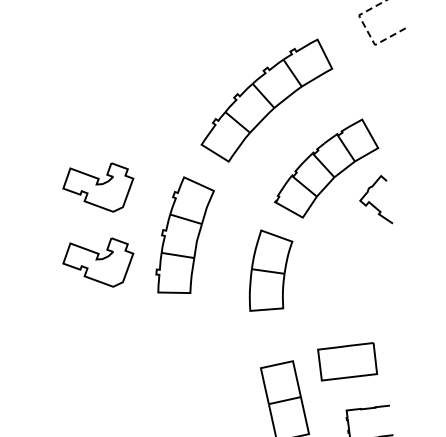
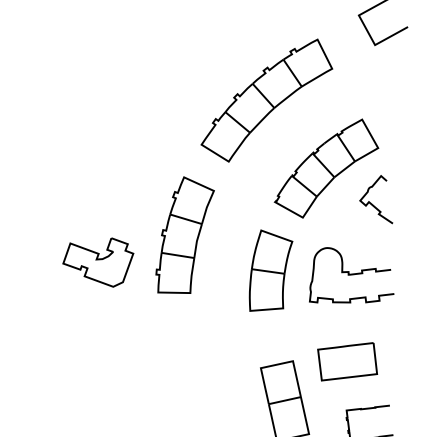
line at (368, 32): dashed -> solid
part at (98, 187): present -> none
curve at (351, 275): none -> present
